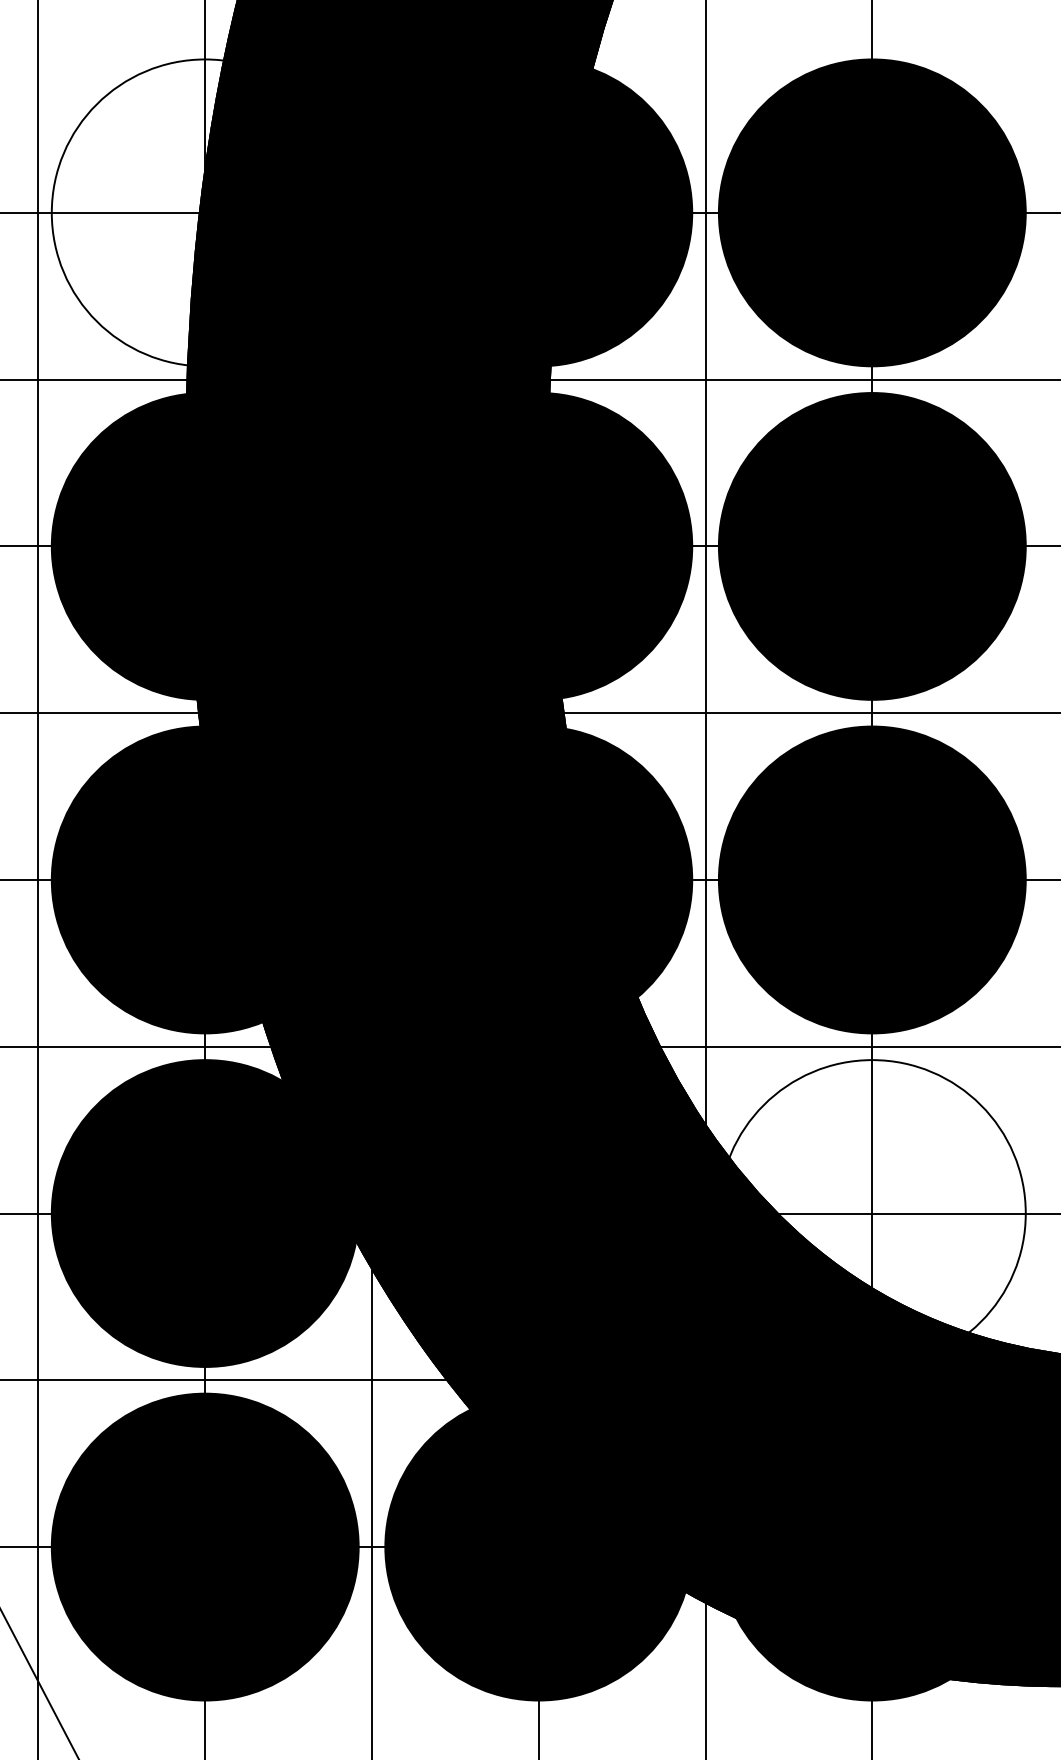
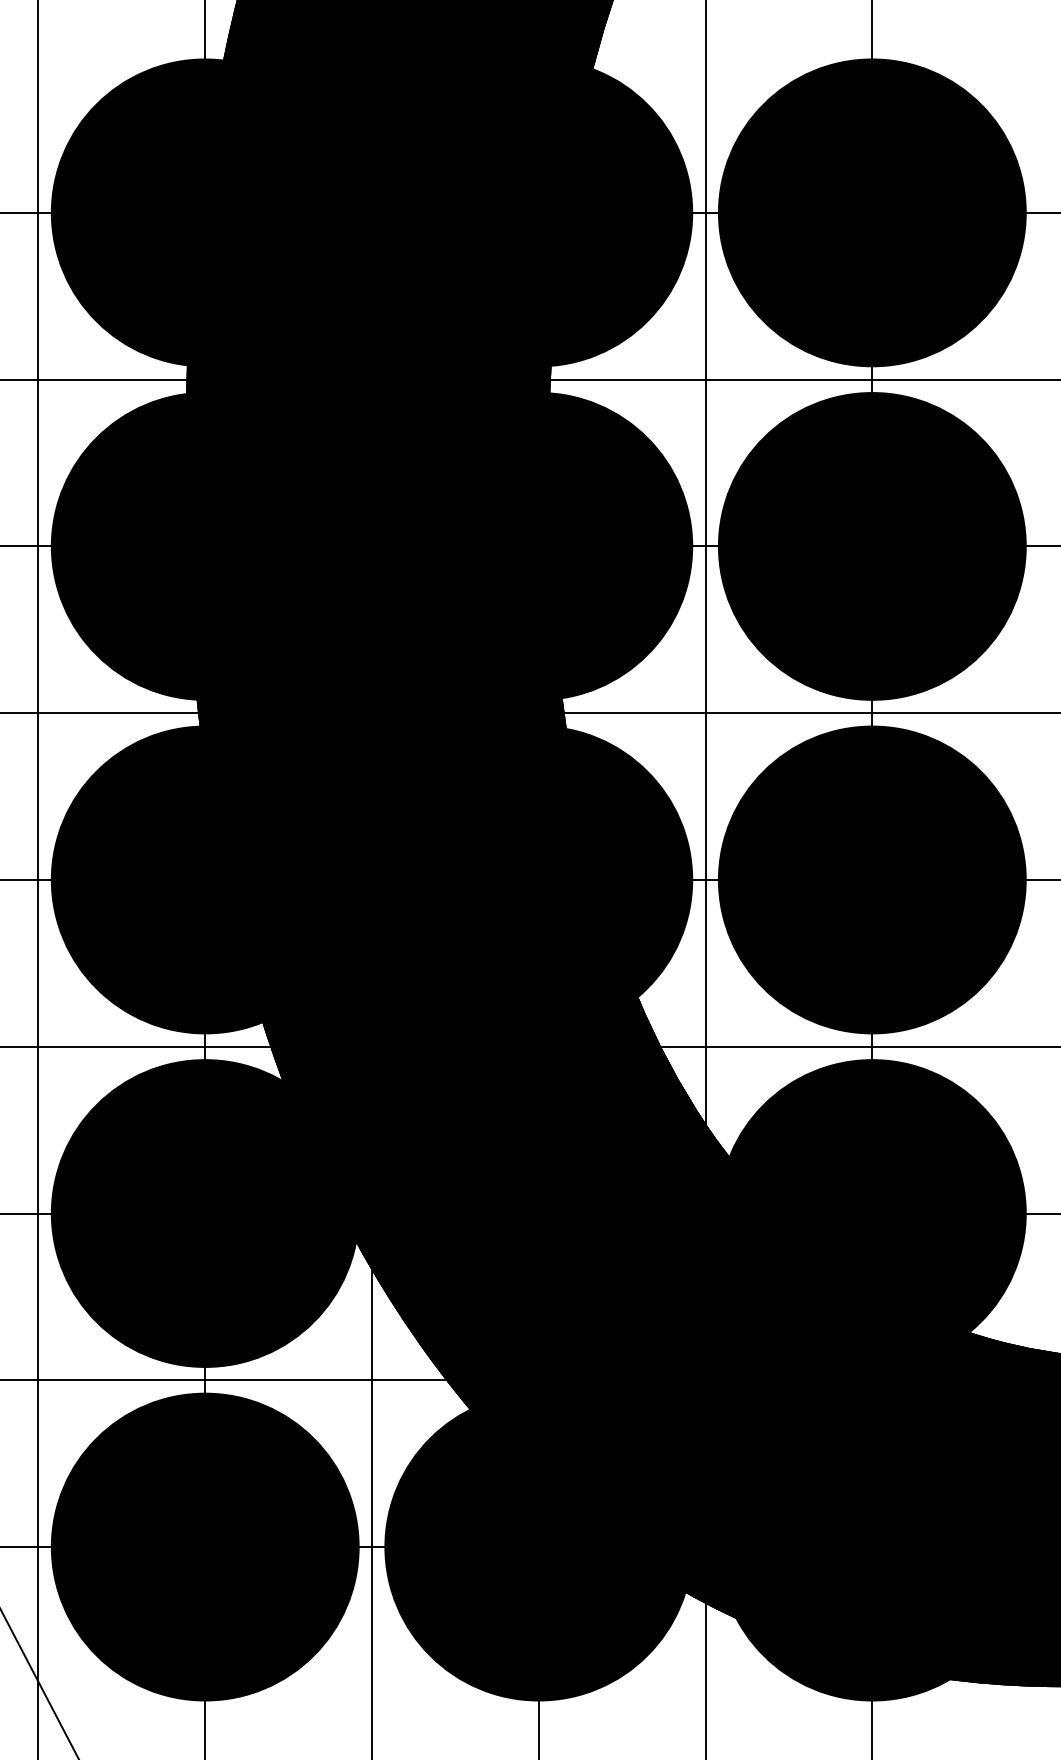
fill at (204, 212): none -> present
fill at (871, 1213): none -> present
